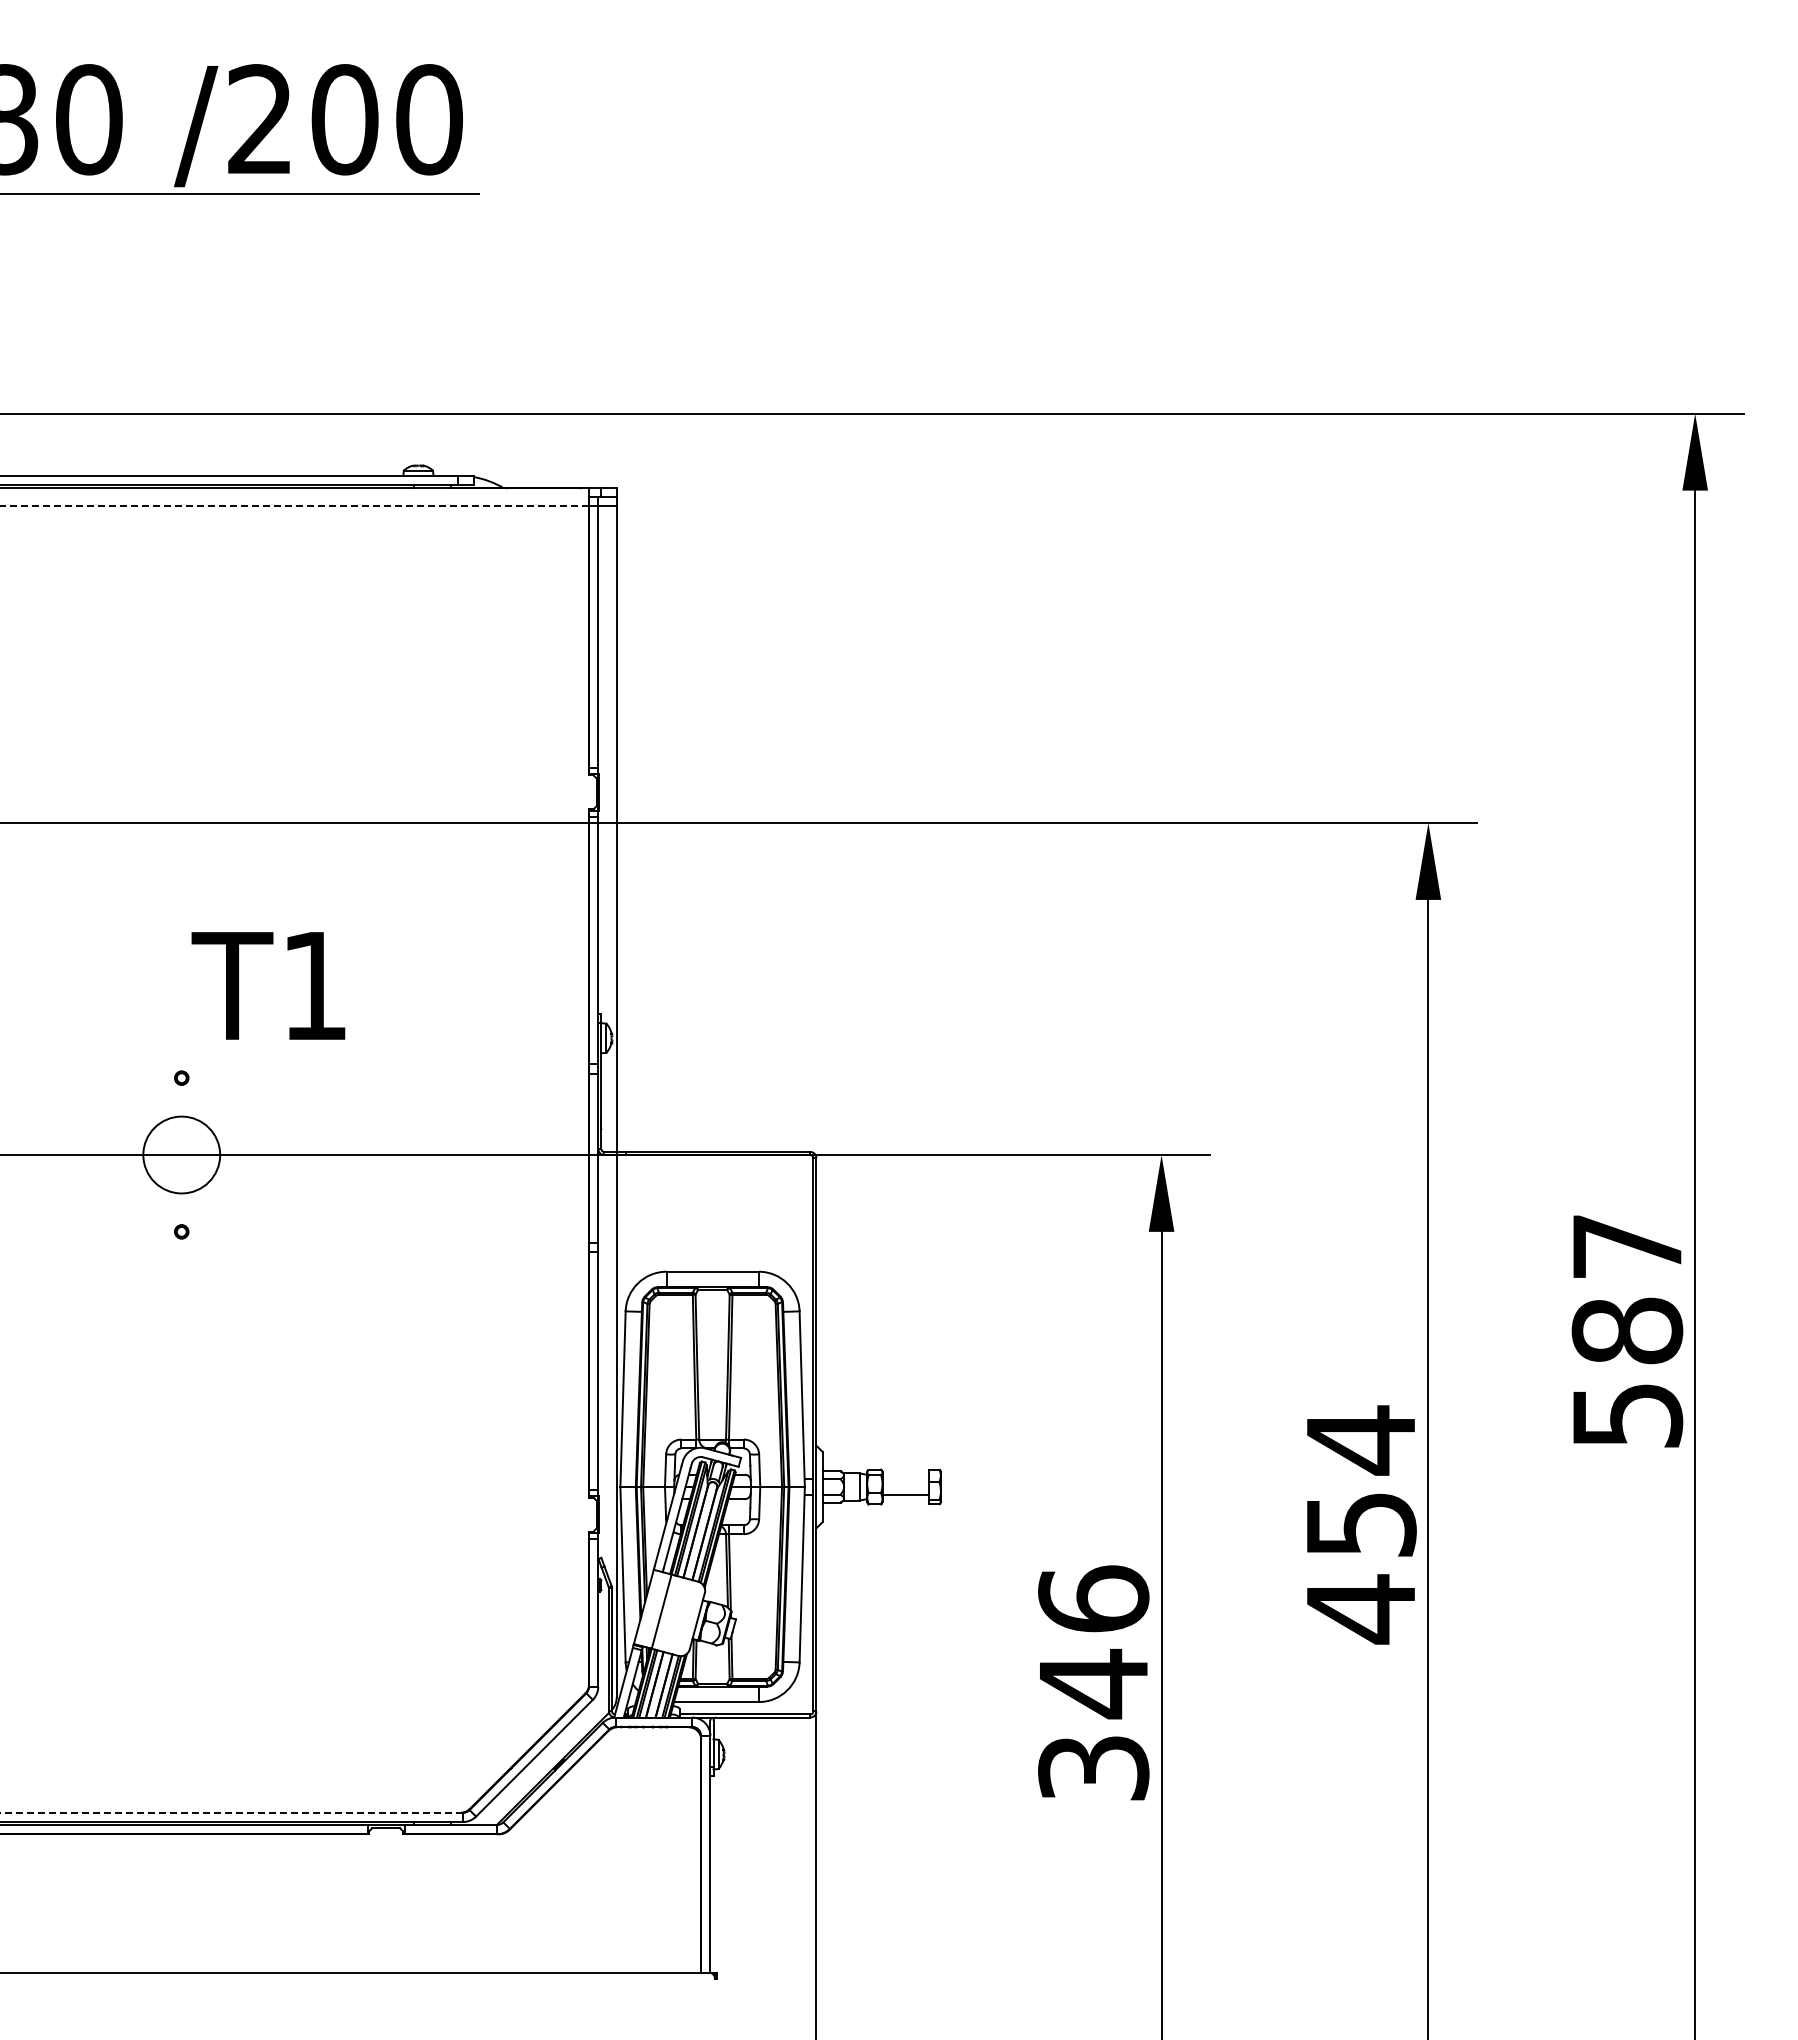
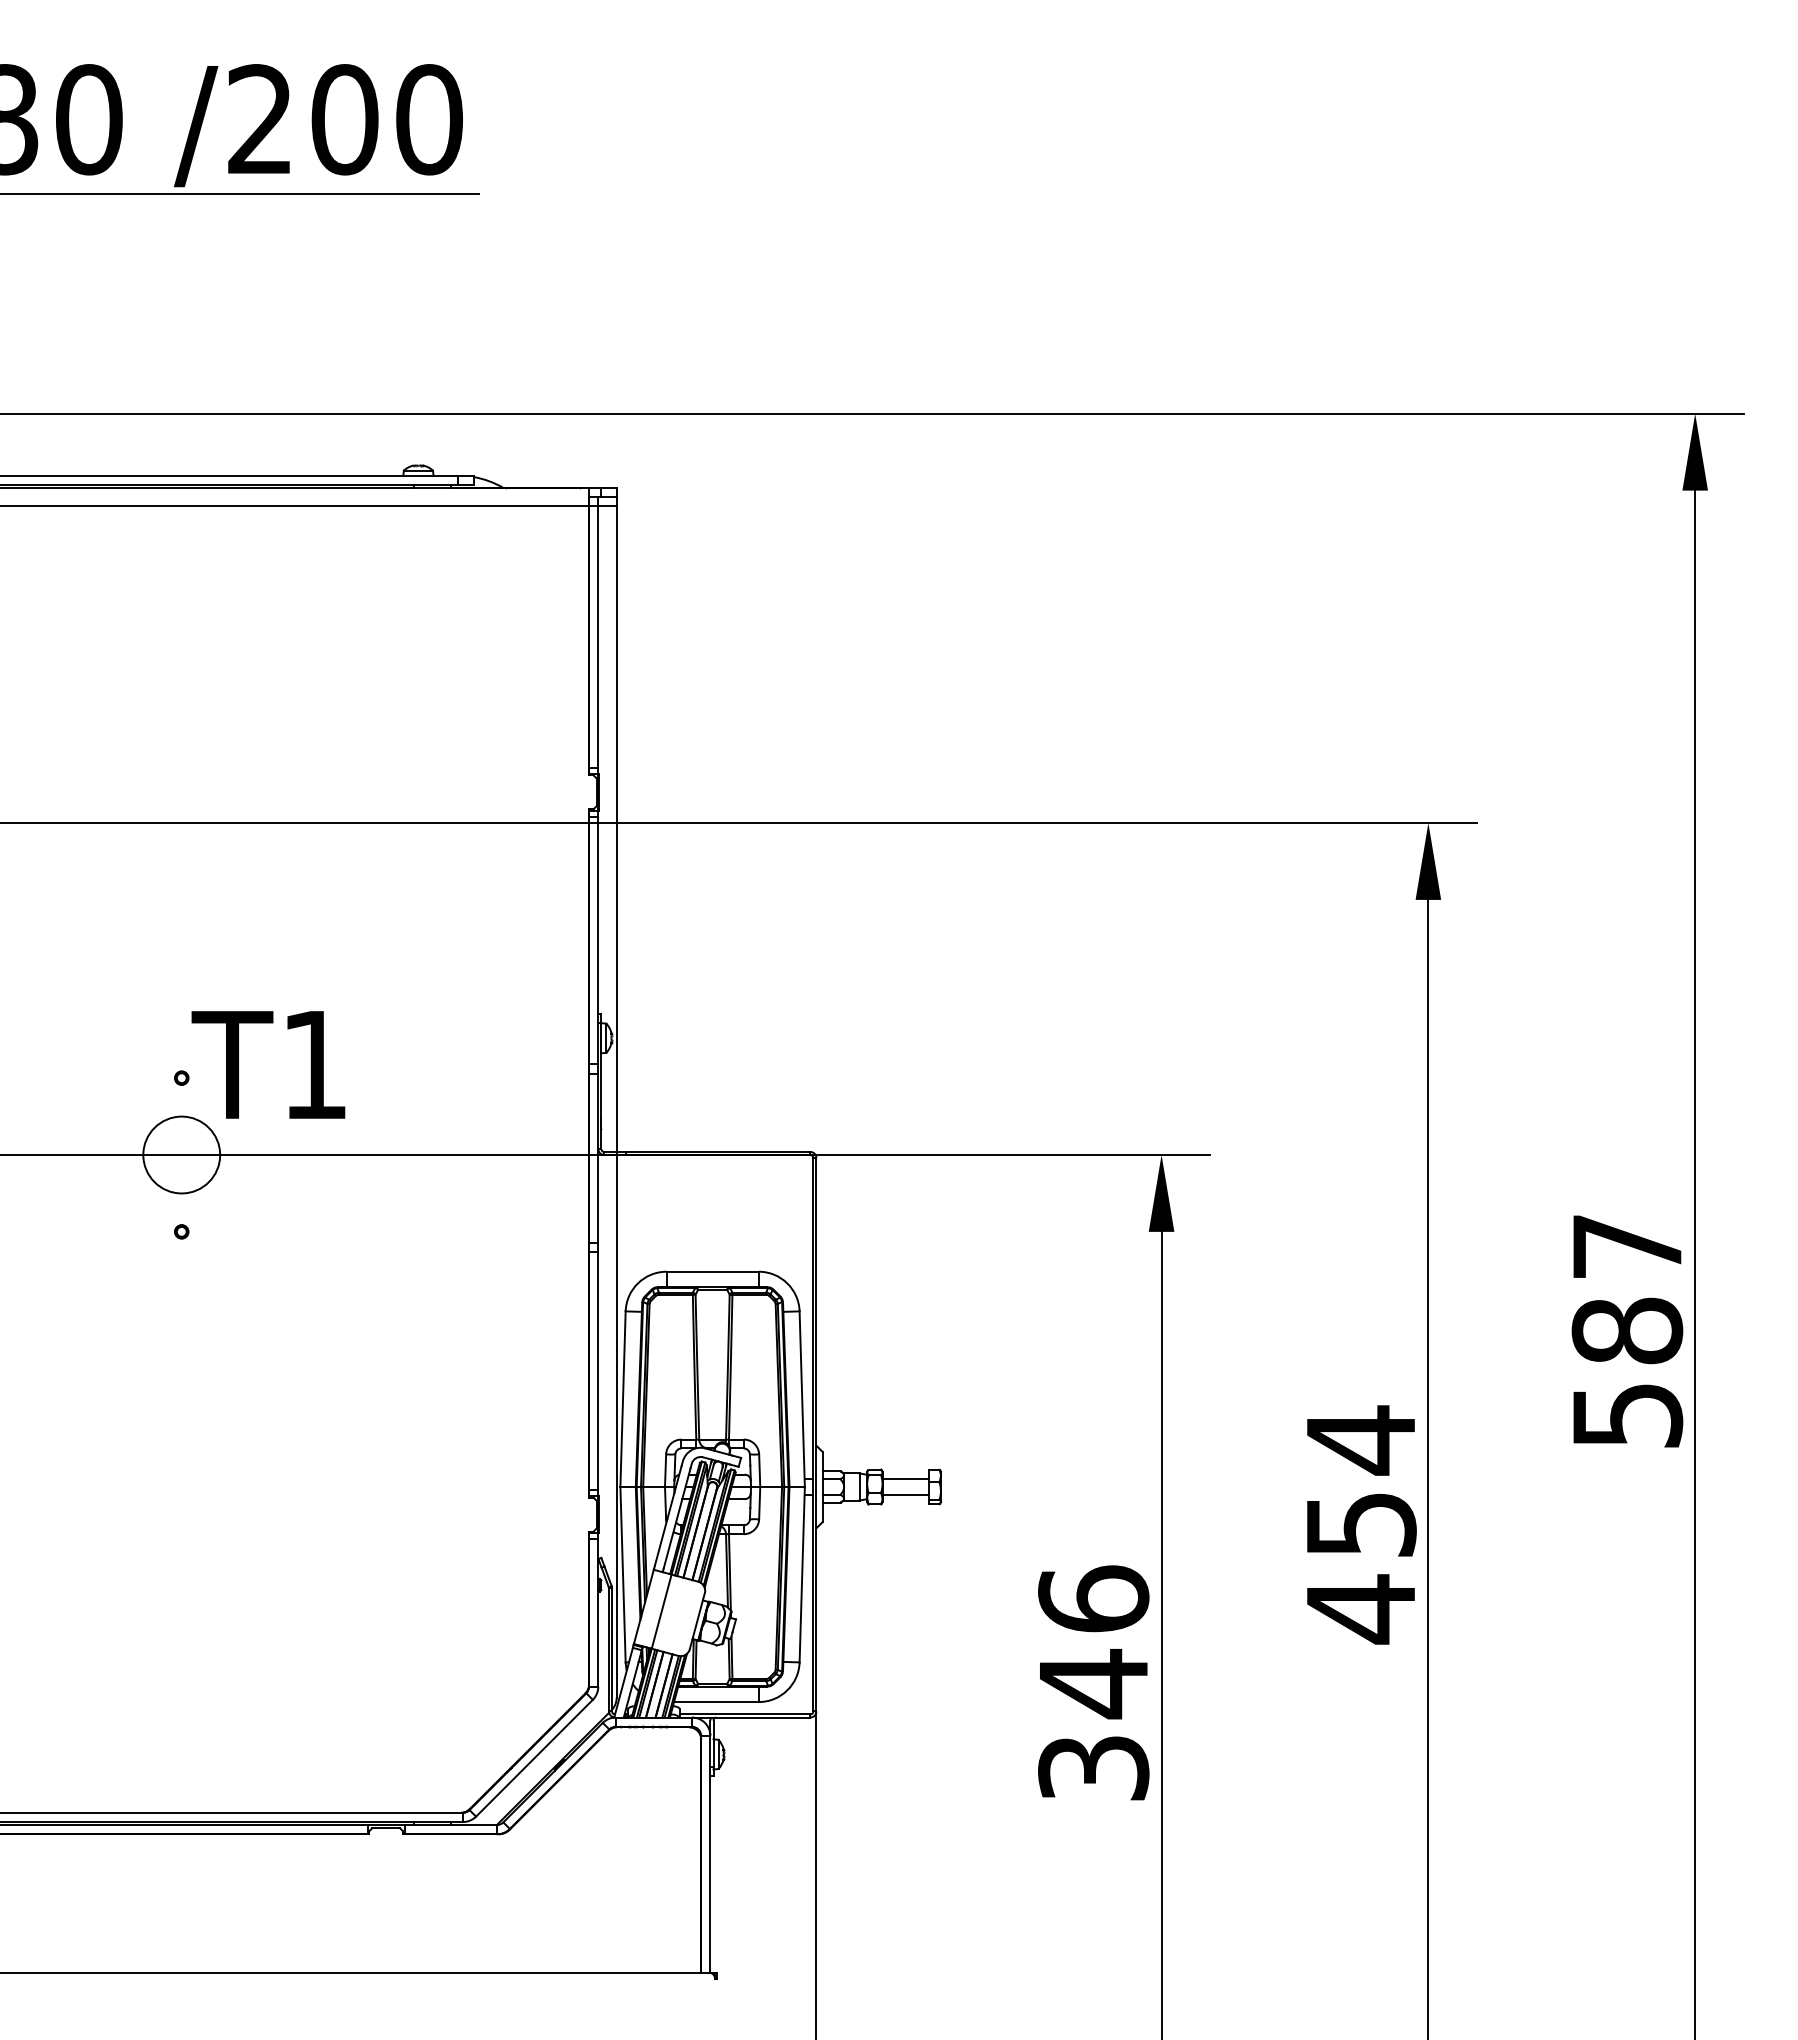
line at (294, 506): dashed -> solid
text at (268, 985) position: (268, 985) -> (268, 1064)
line at (905, 1479): none -> present
line at (231, 1812): dashed -> solid
